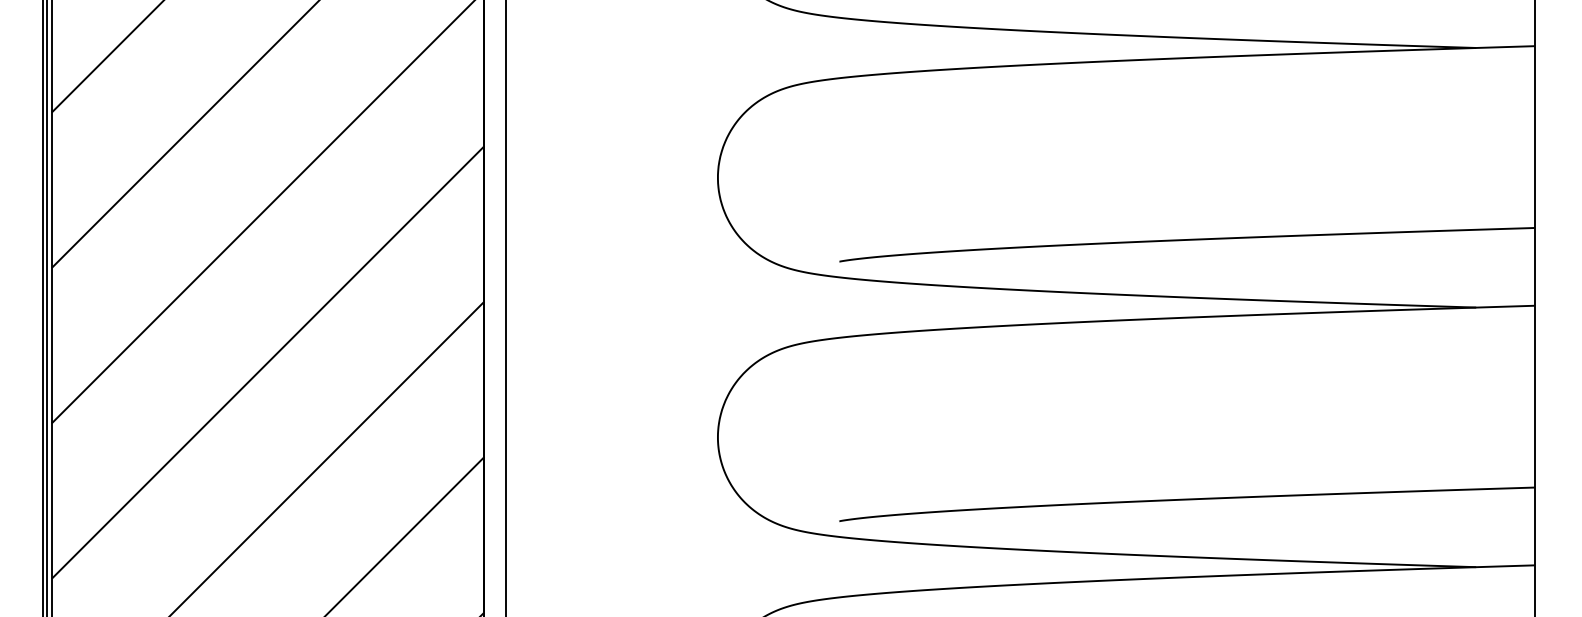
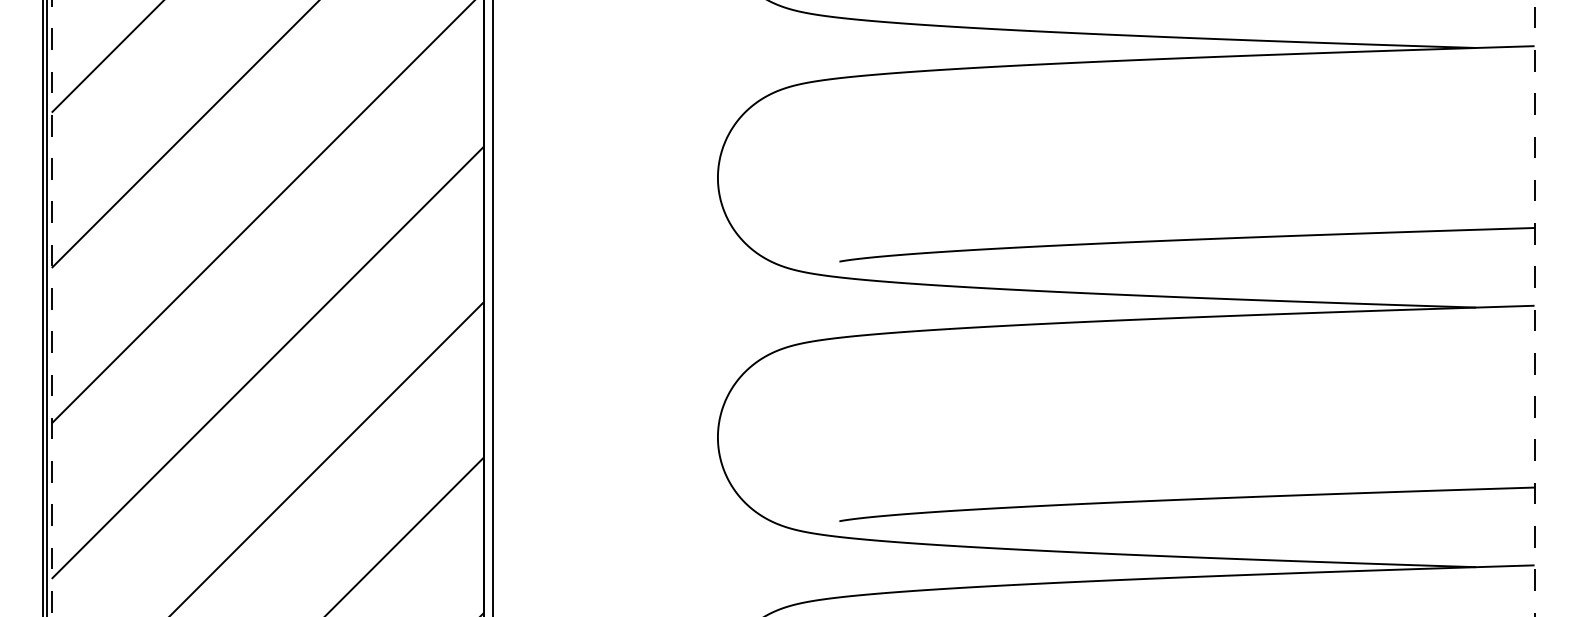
line at (506, 307) position: (506, 307) -> (493, 307)
line at (51, 308): solid -> dashed
line at (1534, 308): solid -> dashed
